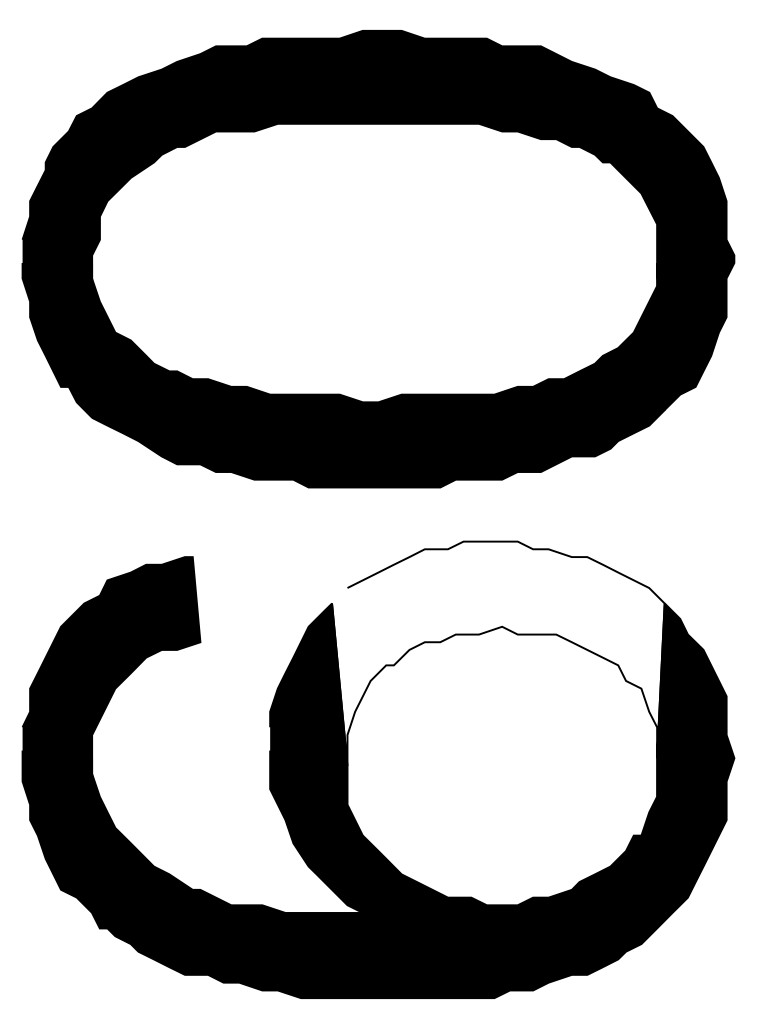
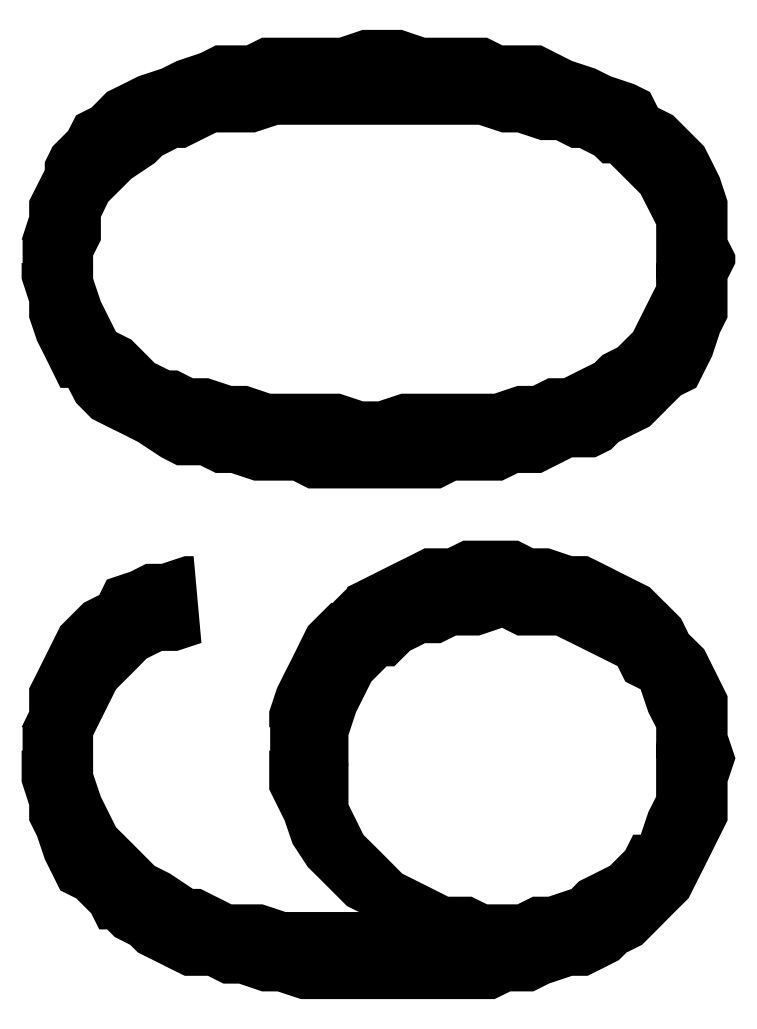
fill at (498, 653): none -> present
